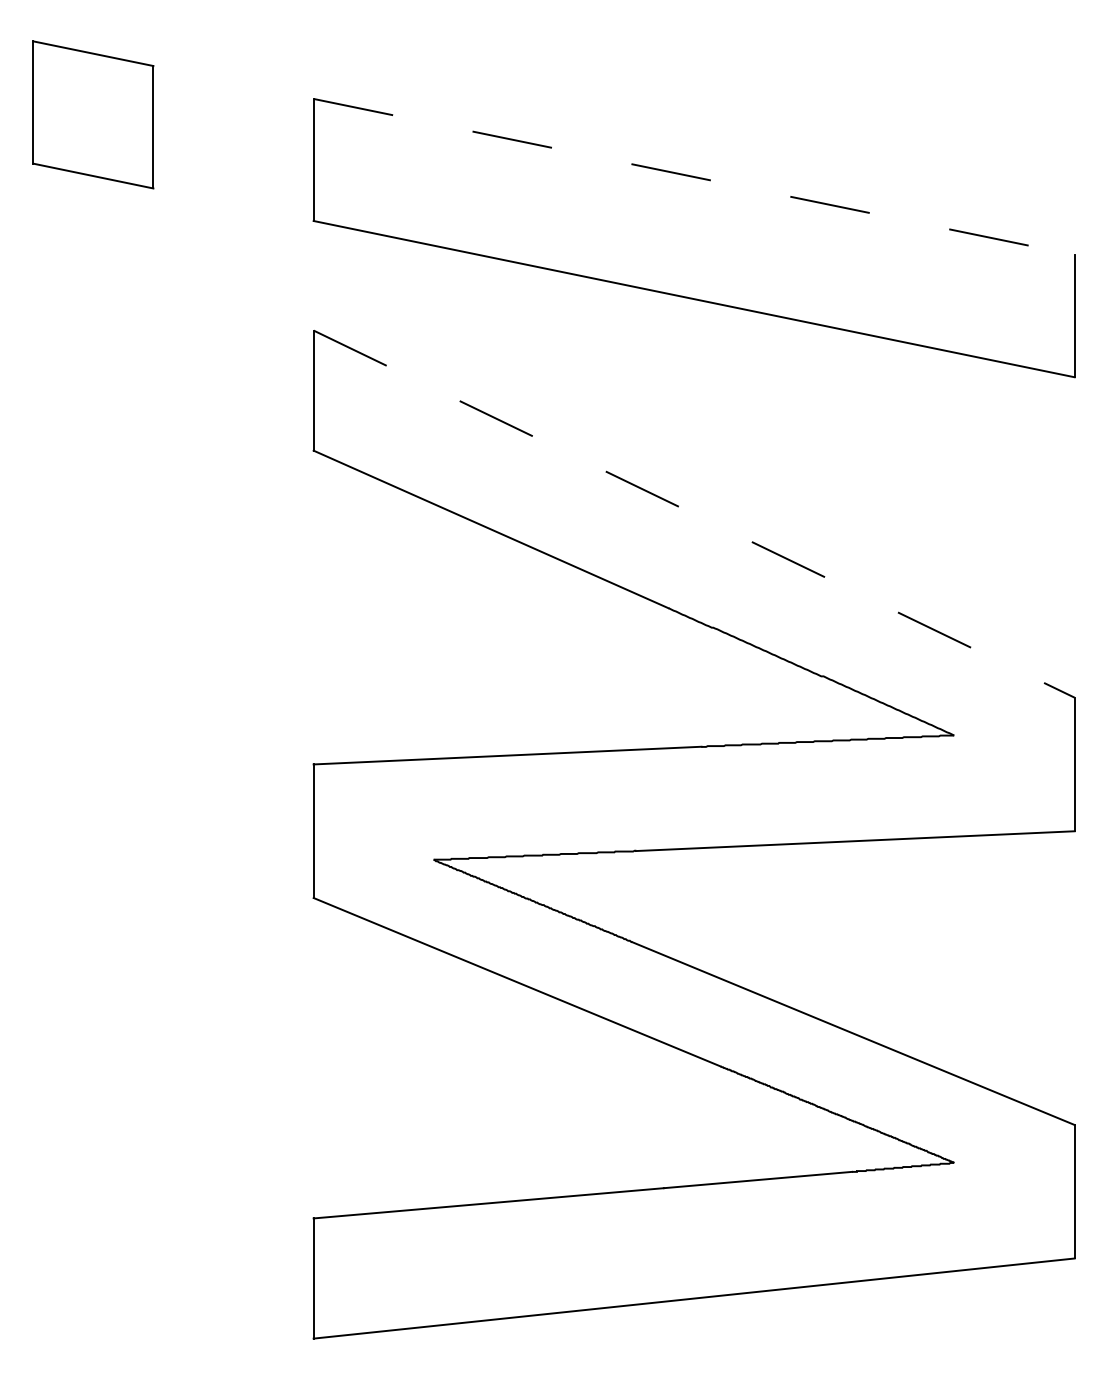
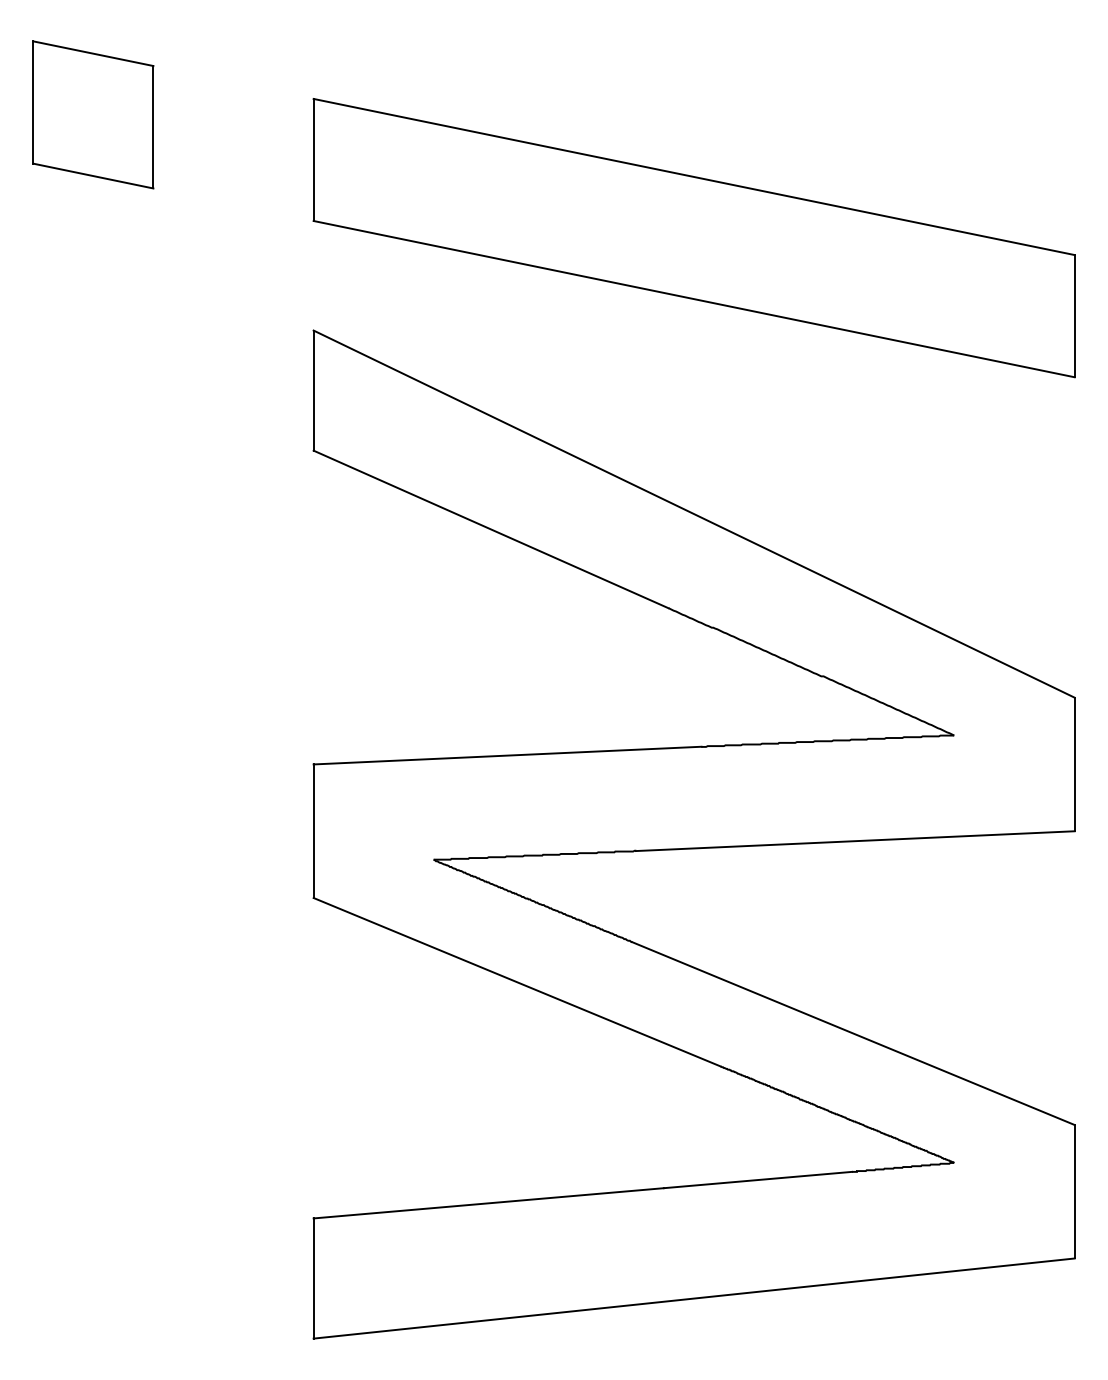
line at (694, 177): dashed -> solid
line at (694, 514): dashed -> solid
